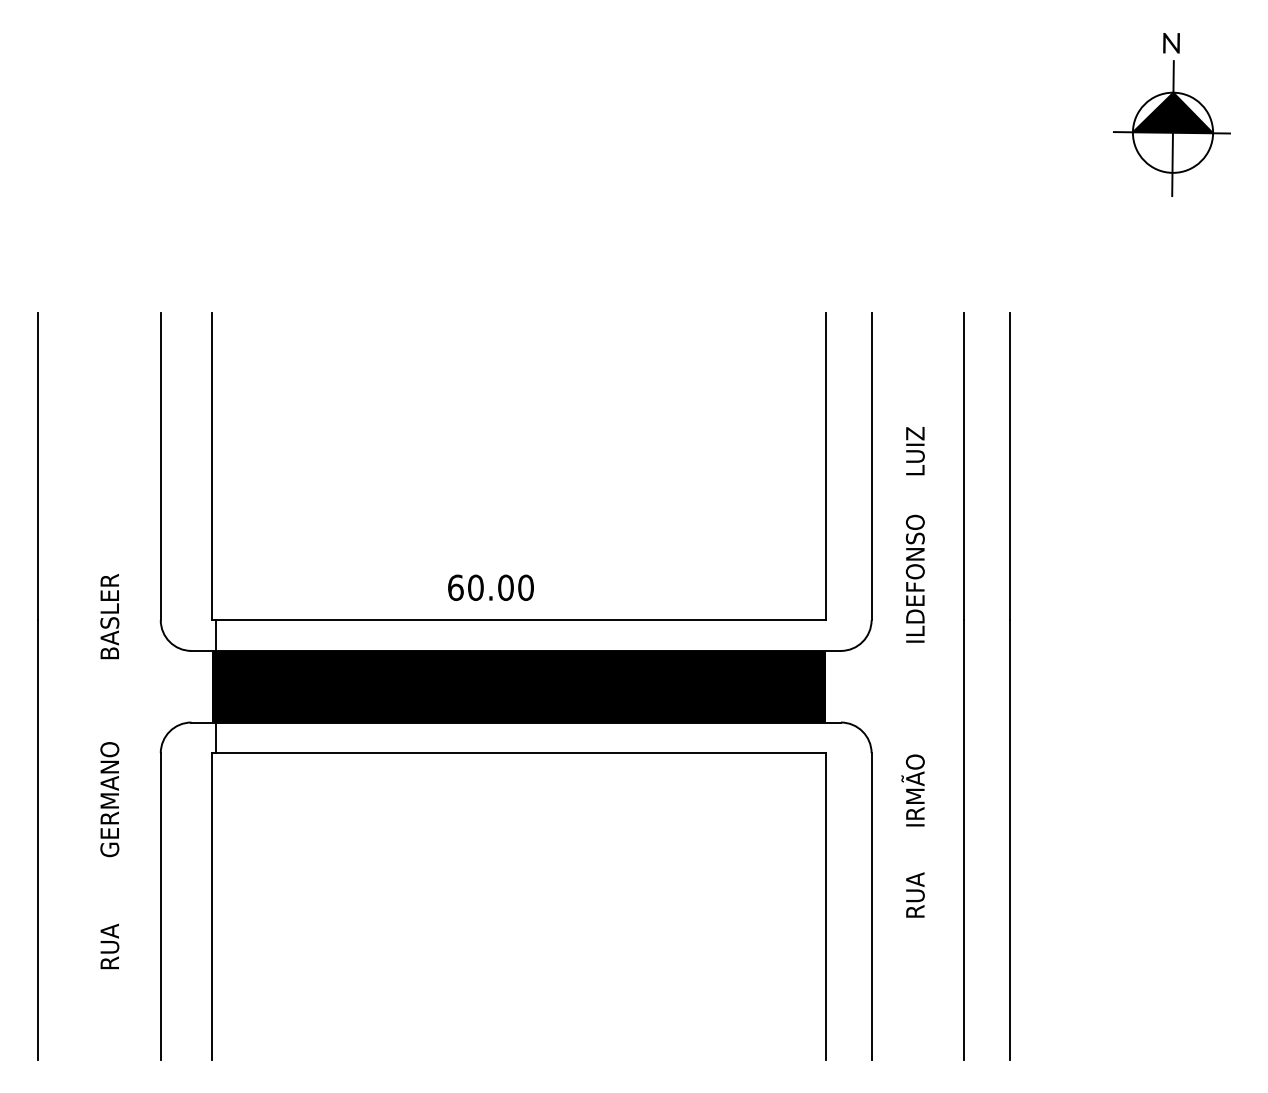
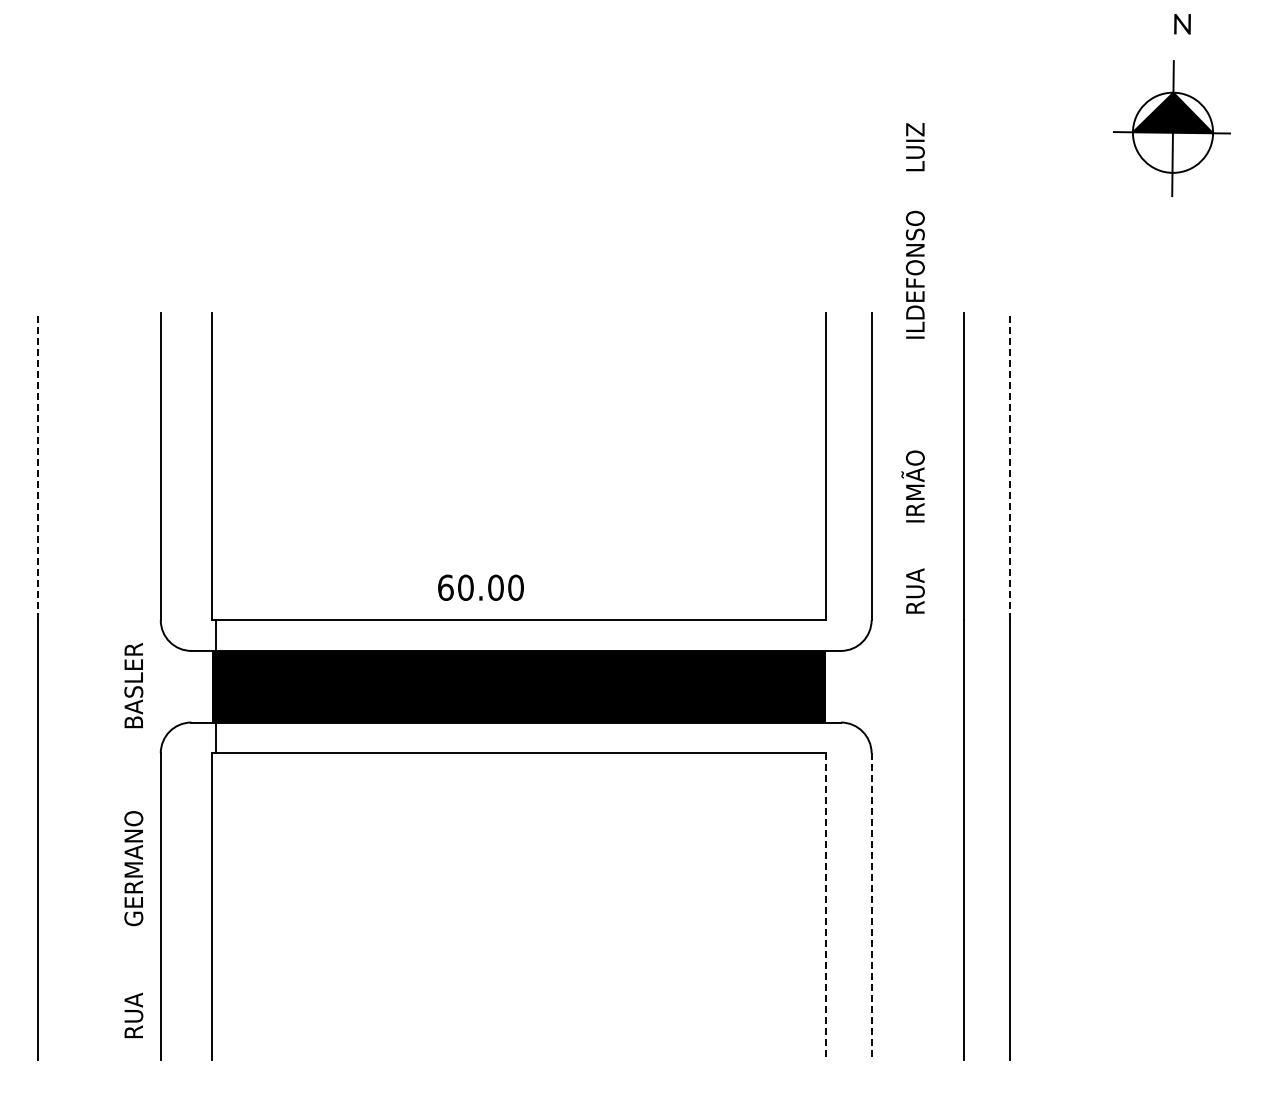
text at (1171, 43) position: (1171, 43) -> (1182, 24)
line at (38, 466): solid -> dashed
line at (1009, 466): solid -> dashed
text at (490, 587) position: (490, 587) -> (480, 587)
text at (912, 672) position: (912, 672) -> (912, 368)
text at (109, 771) position: (109, 771) -> (133, 840)
line at (825, 907): solid -> dashed
line at (871, 907): solid -> dashed
